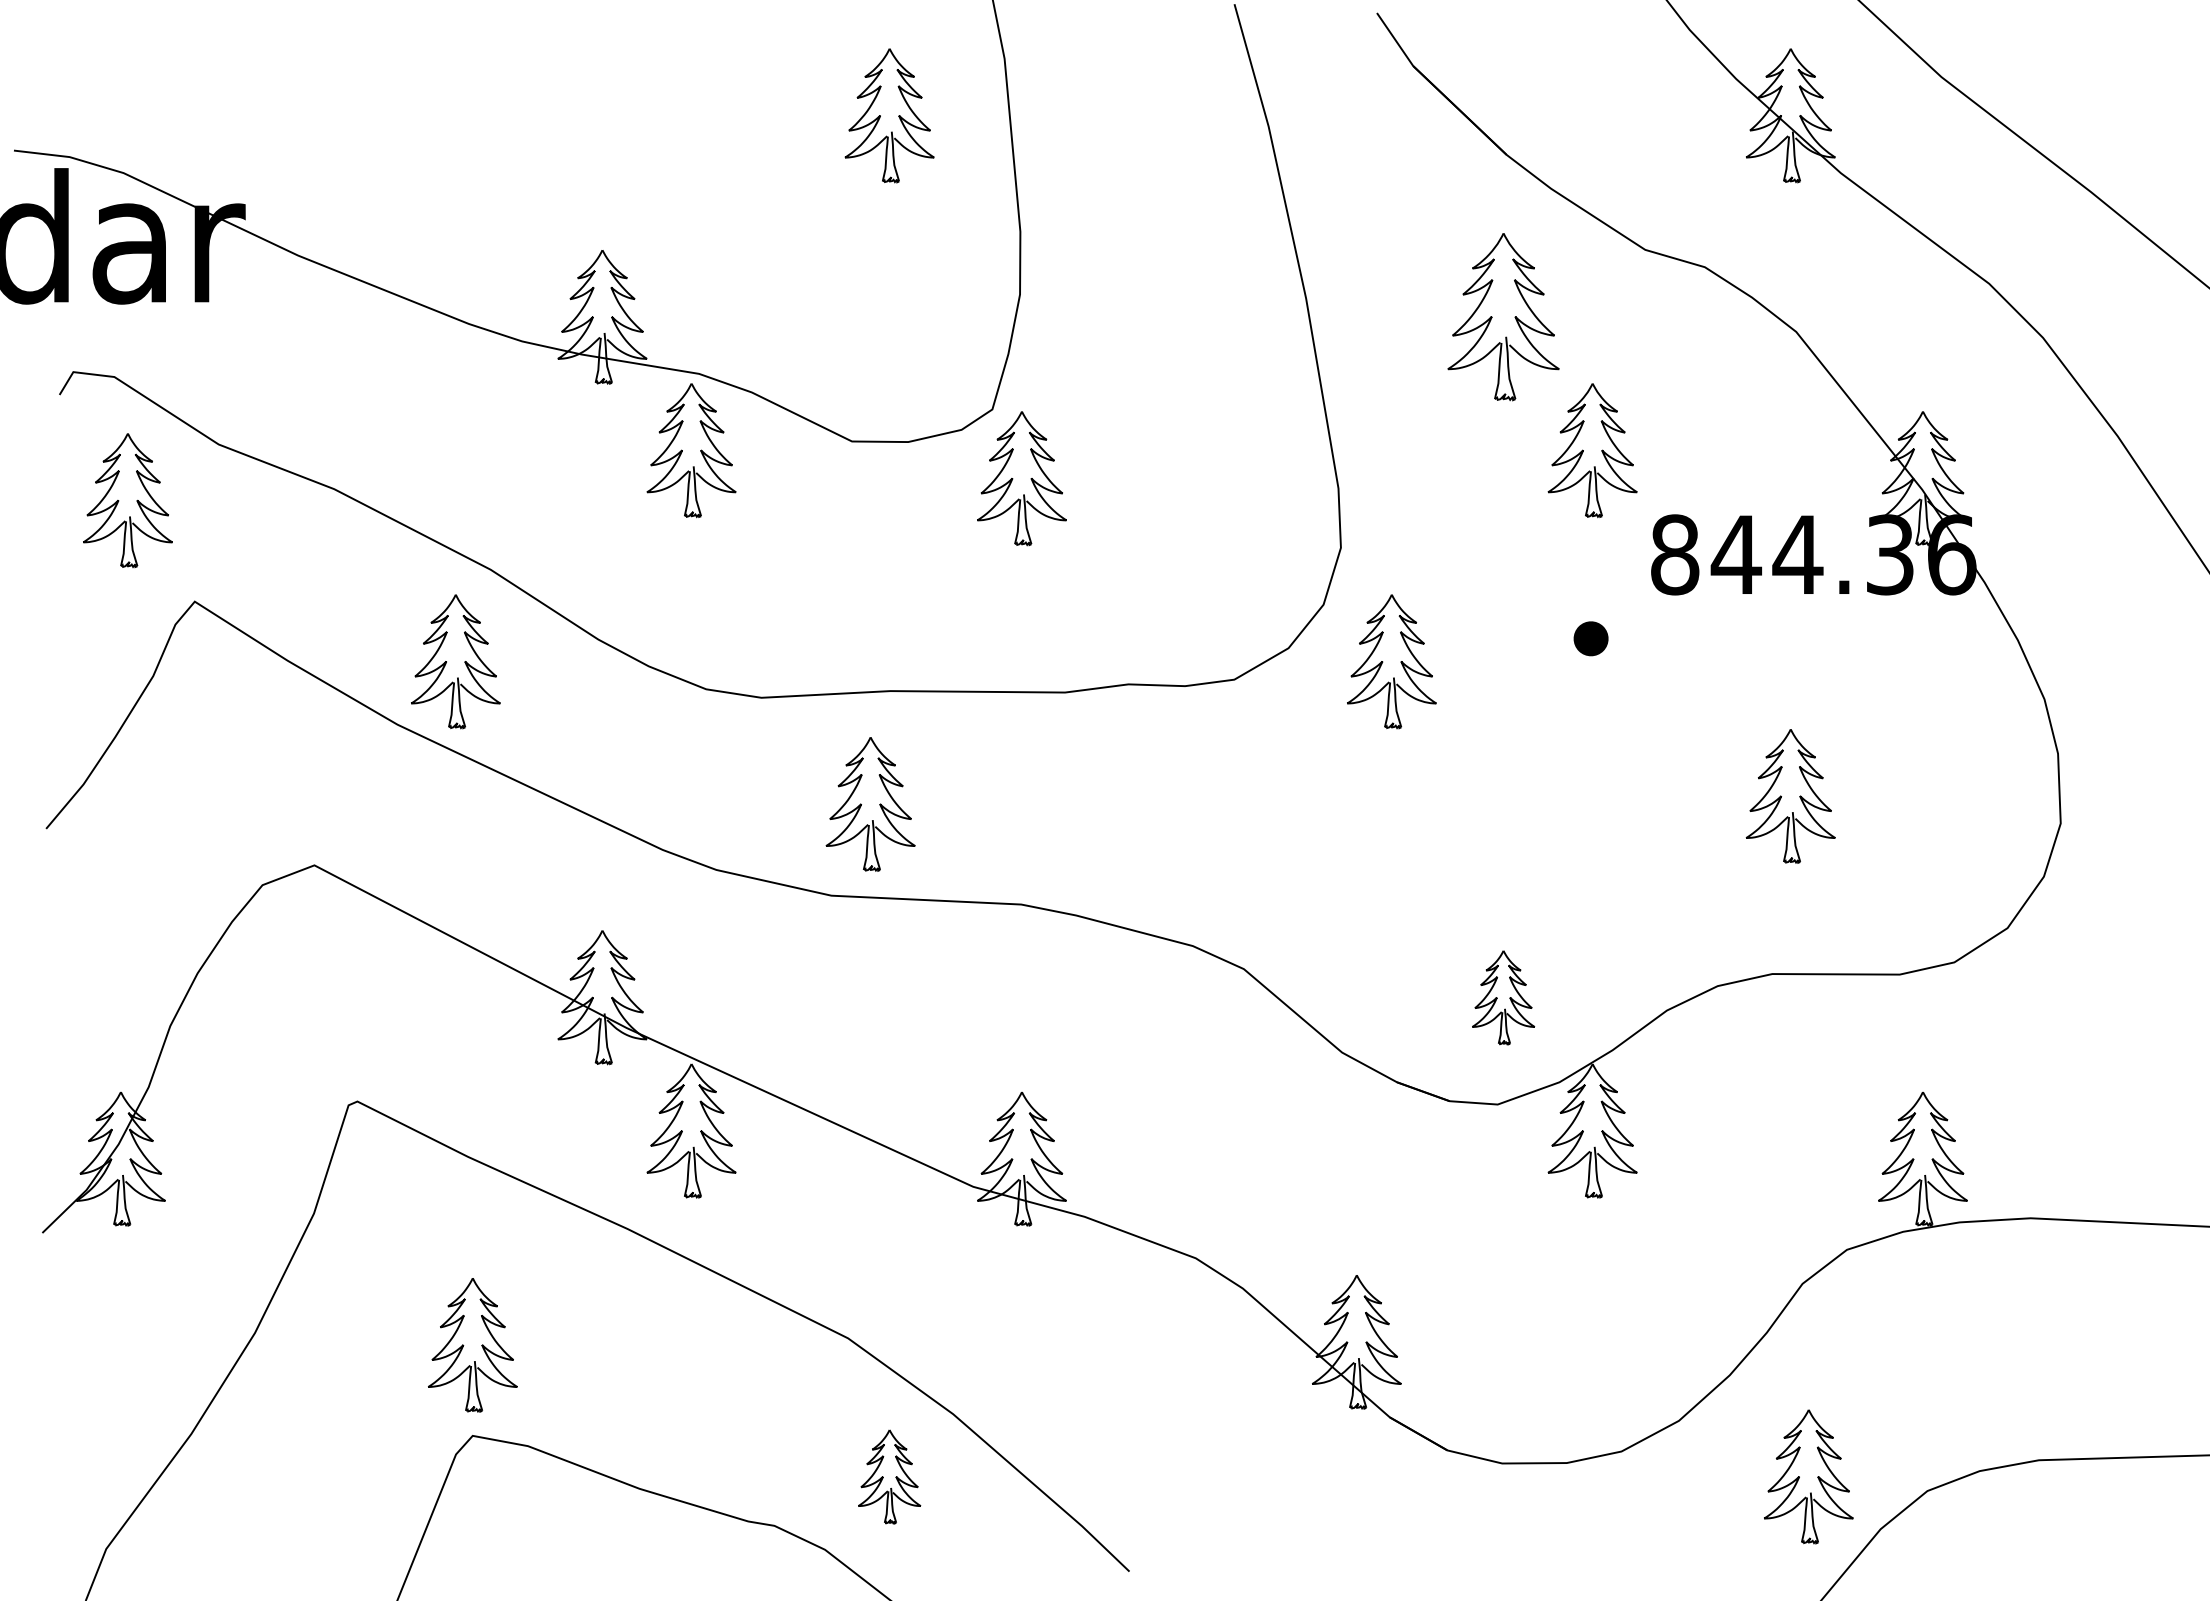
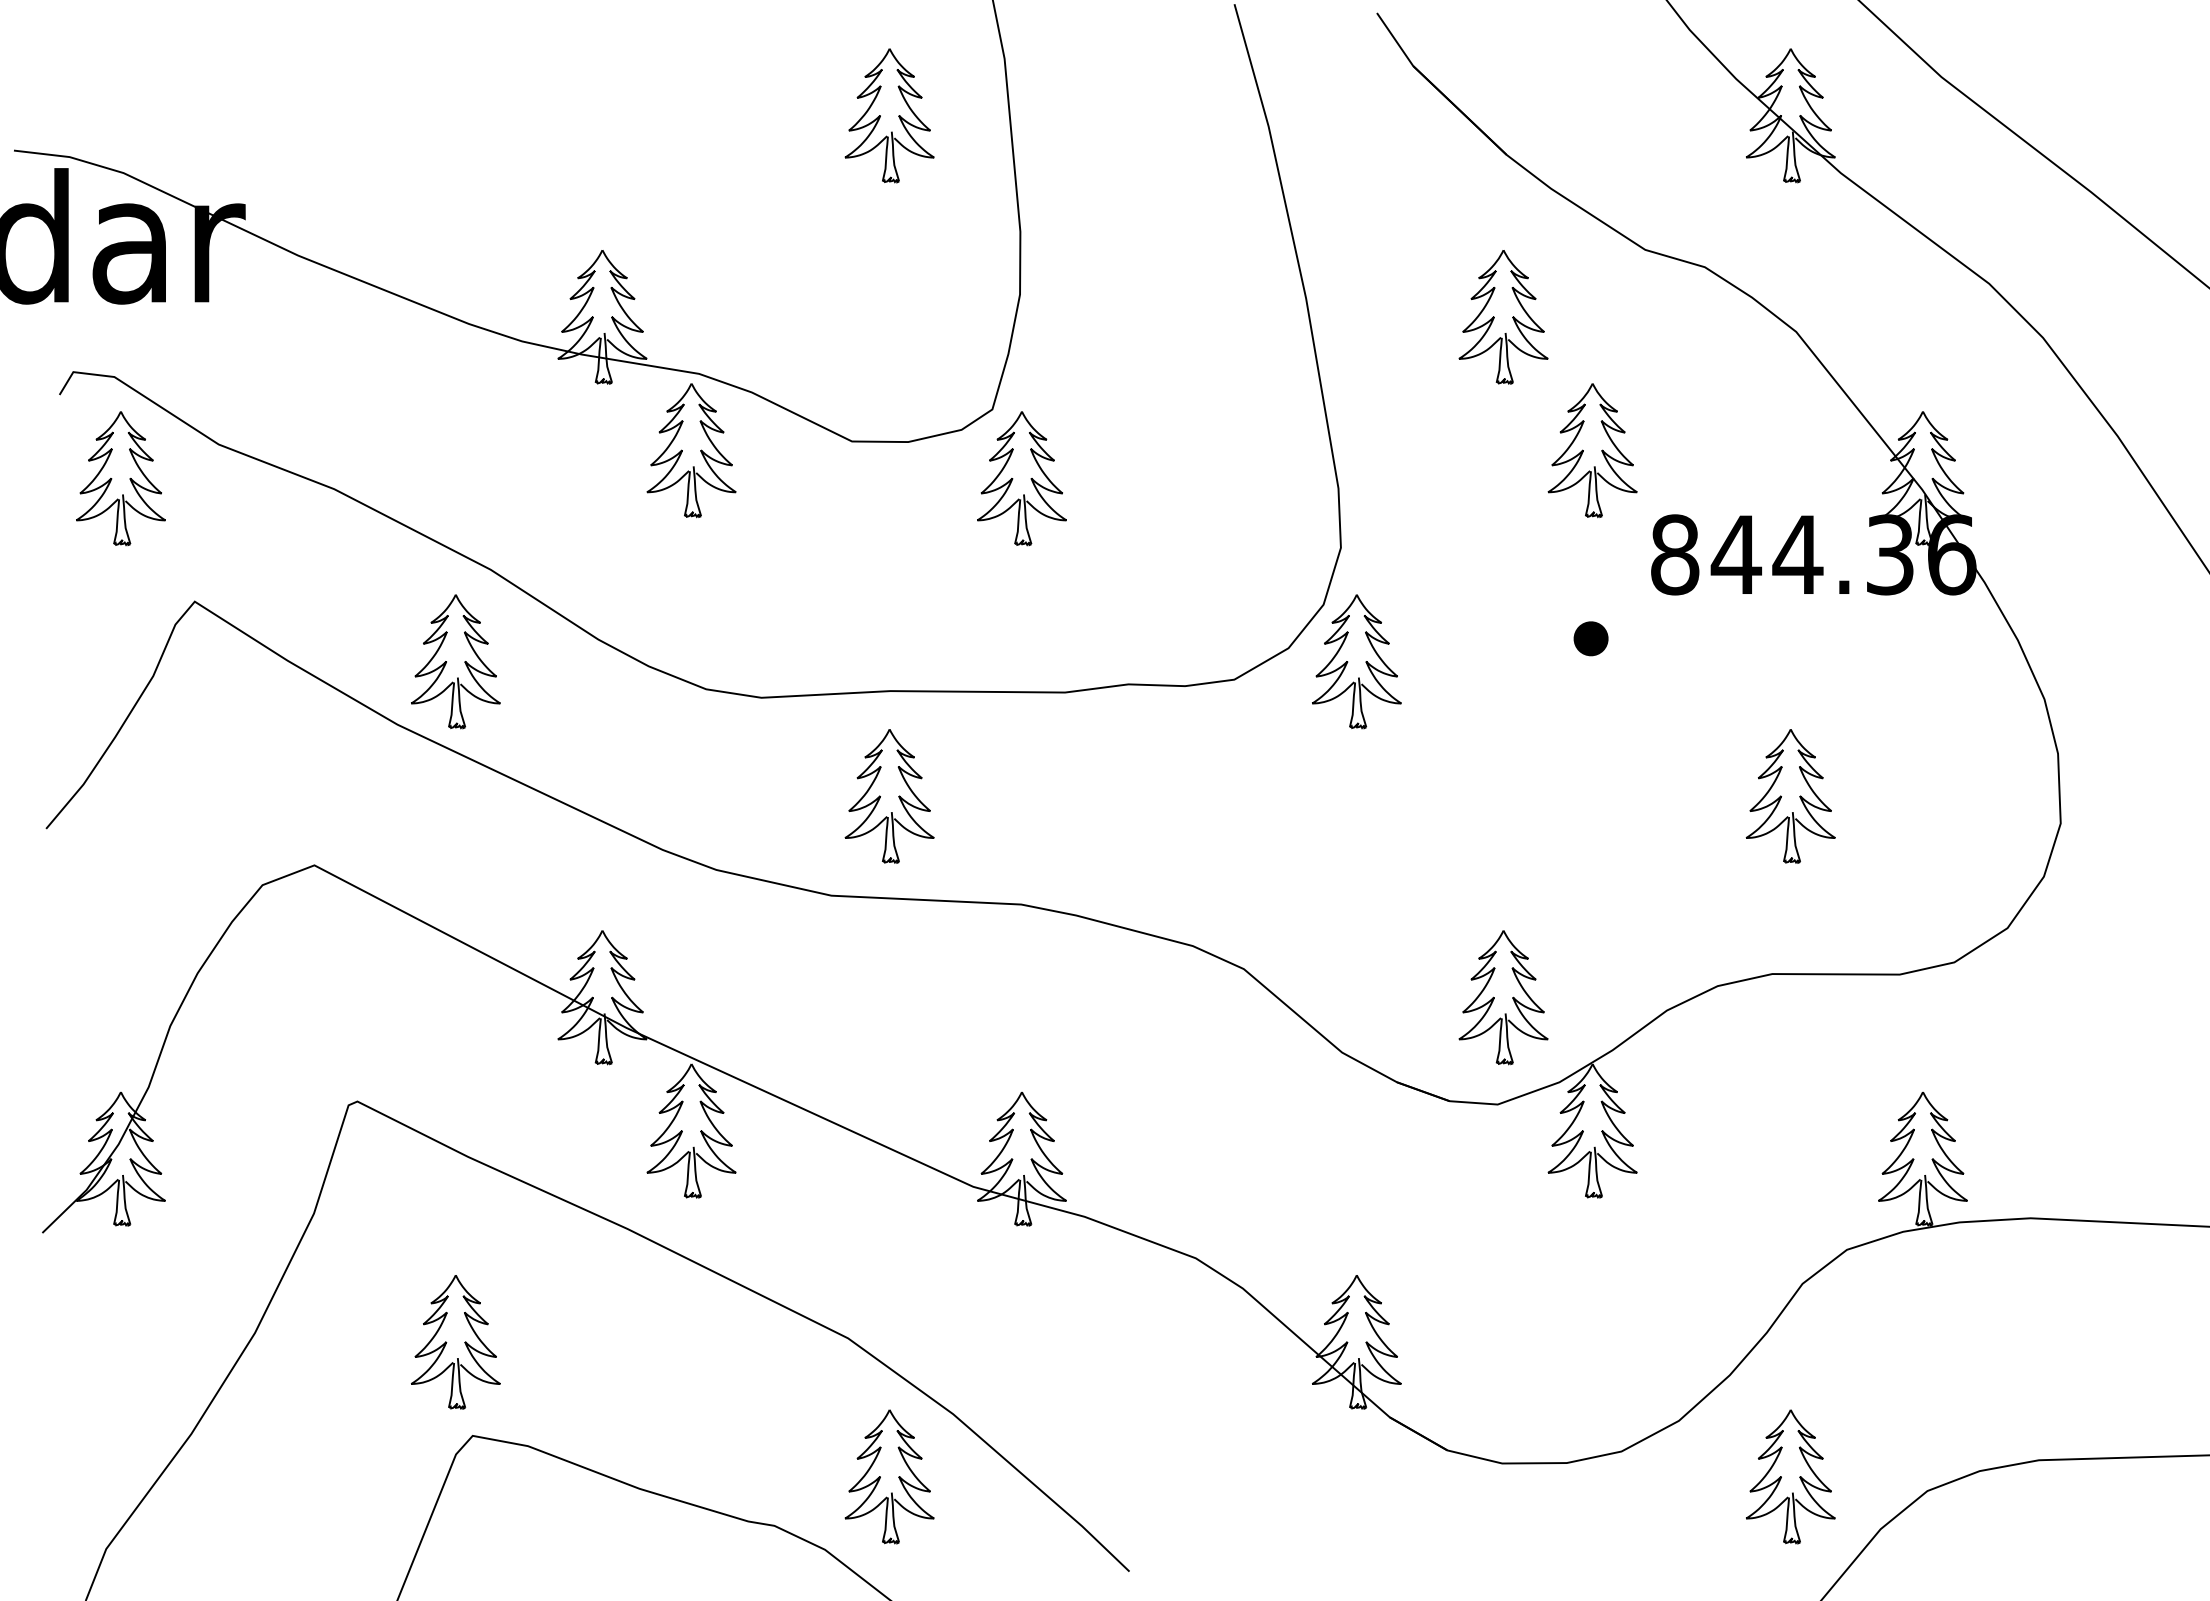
part at (1503, 317) size: 113x169 px -> 91x135 px
part at (127, 500) position: (127, 500) -> (120, 478)
part at (1391, 661) position: (1391, 661) -> (1356, 661)
part at (870, 804) position: (870, 804) -> (889, 796)
part at (1503, 997) size: 64x96 px -> 91x136 px
part at (472, 1345) position: (472, 1345) -> (455, 1342)
part at (889, 1476) size: 64x96 px -> 91x136 px
part at (1808, 1476) position: (1808, 1476) -> (1790, 1476)
